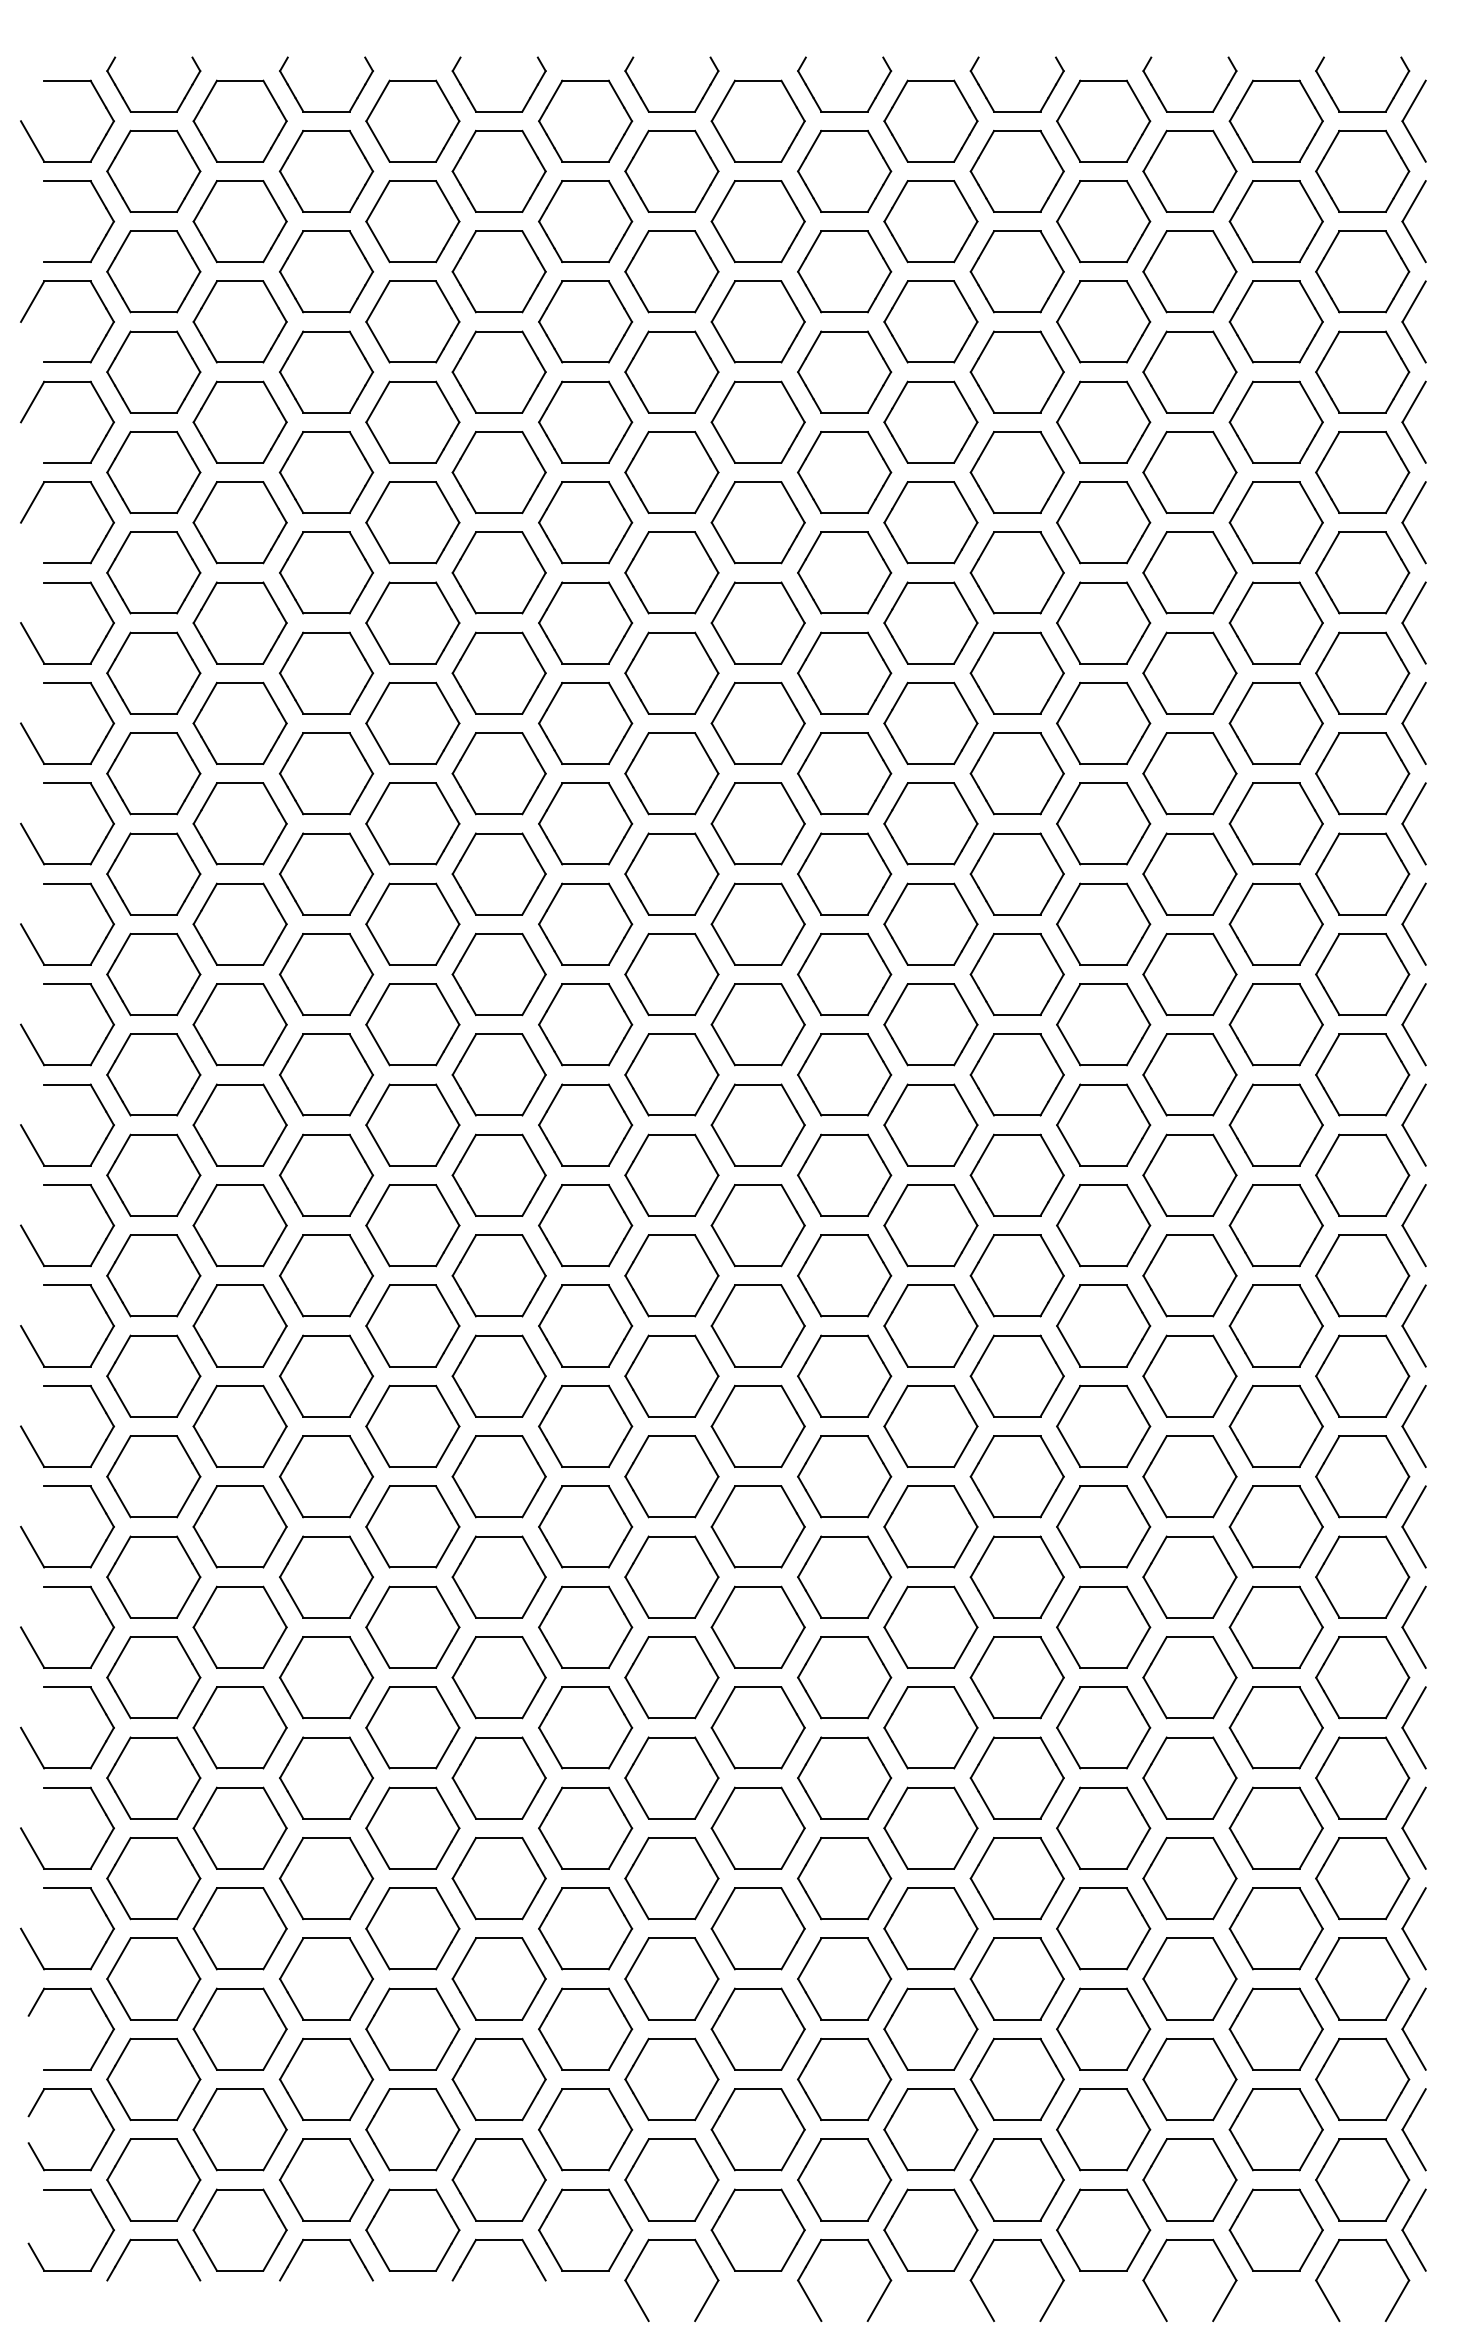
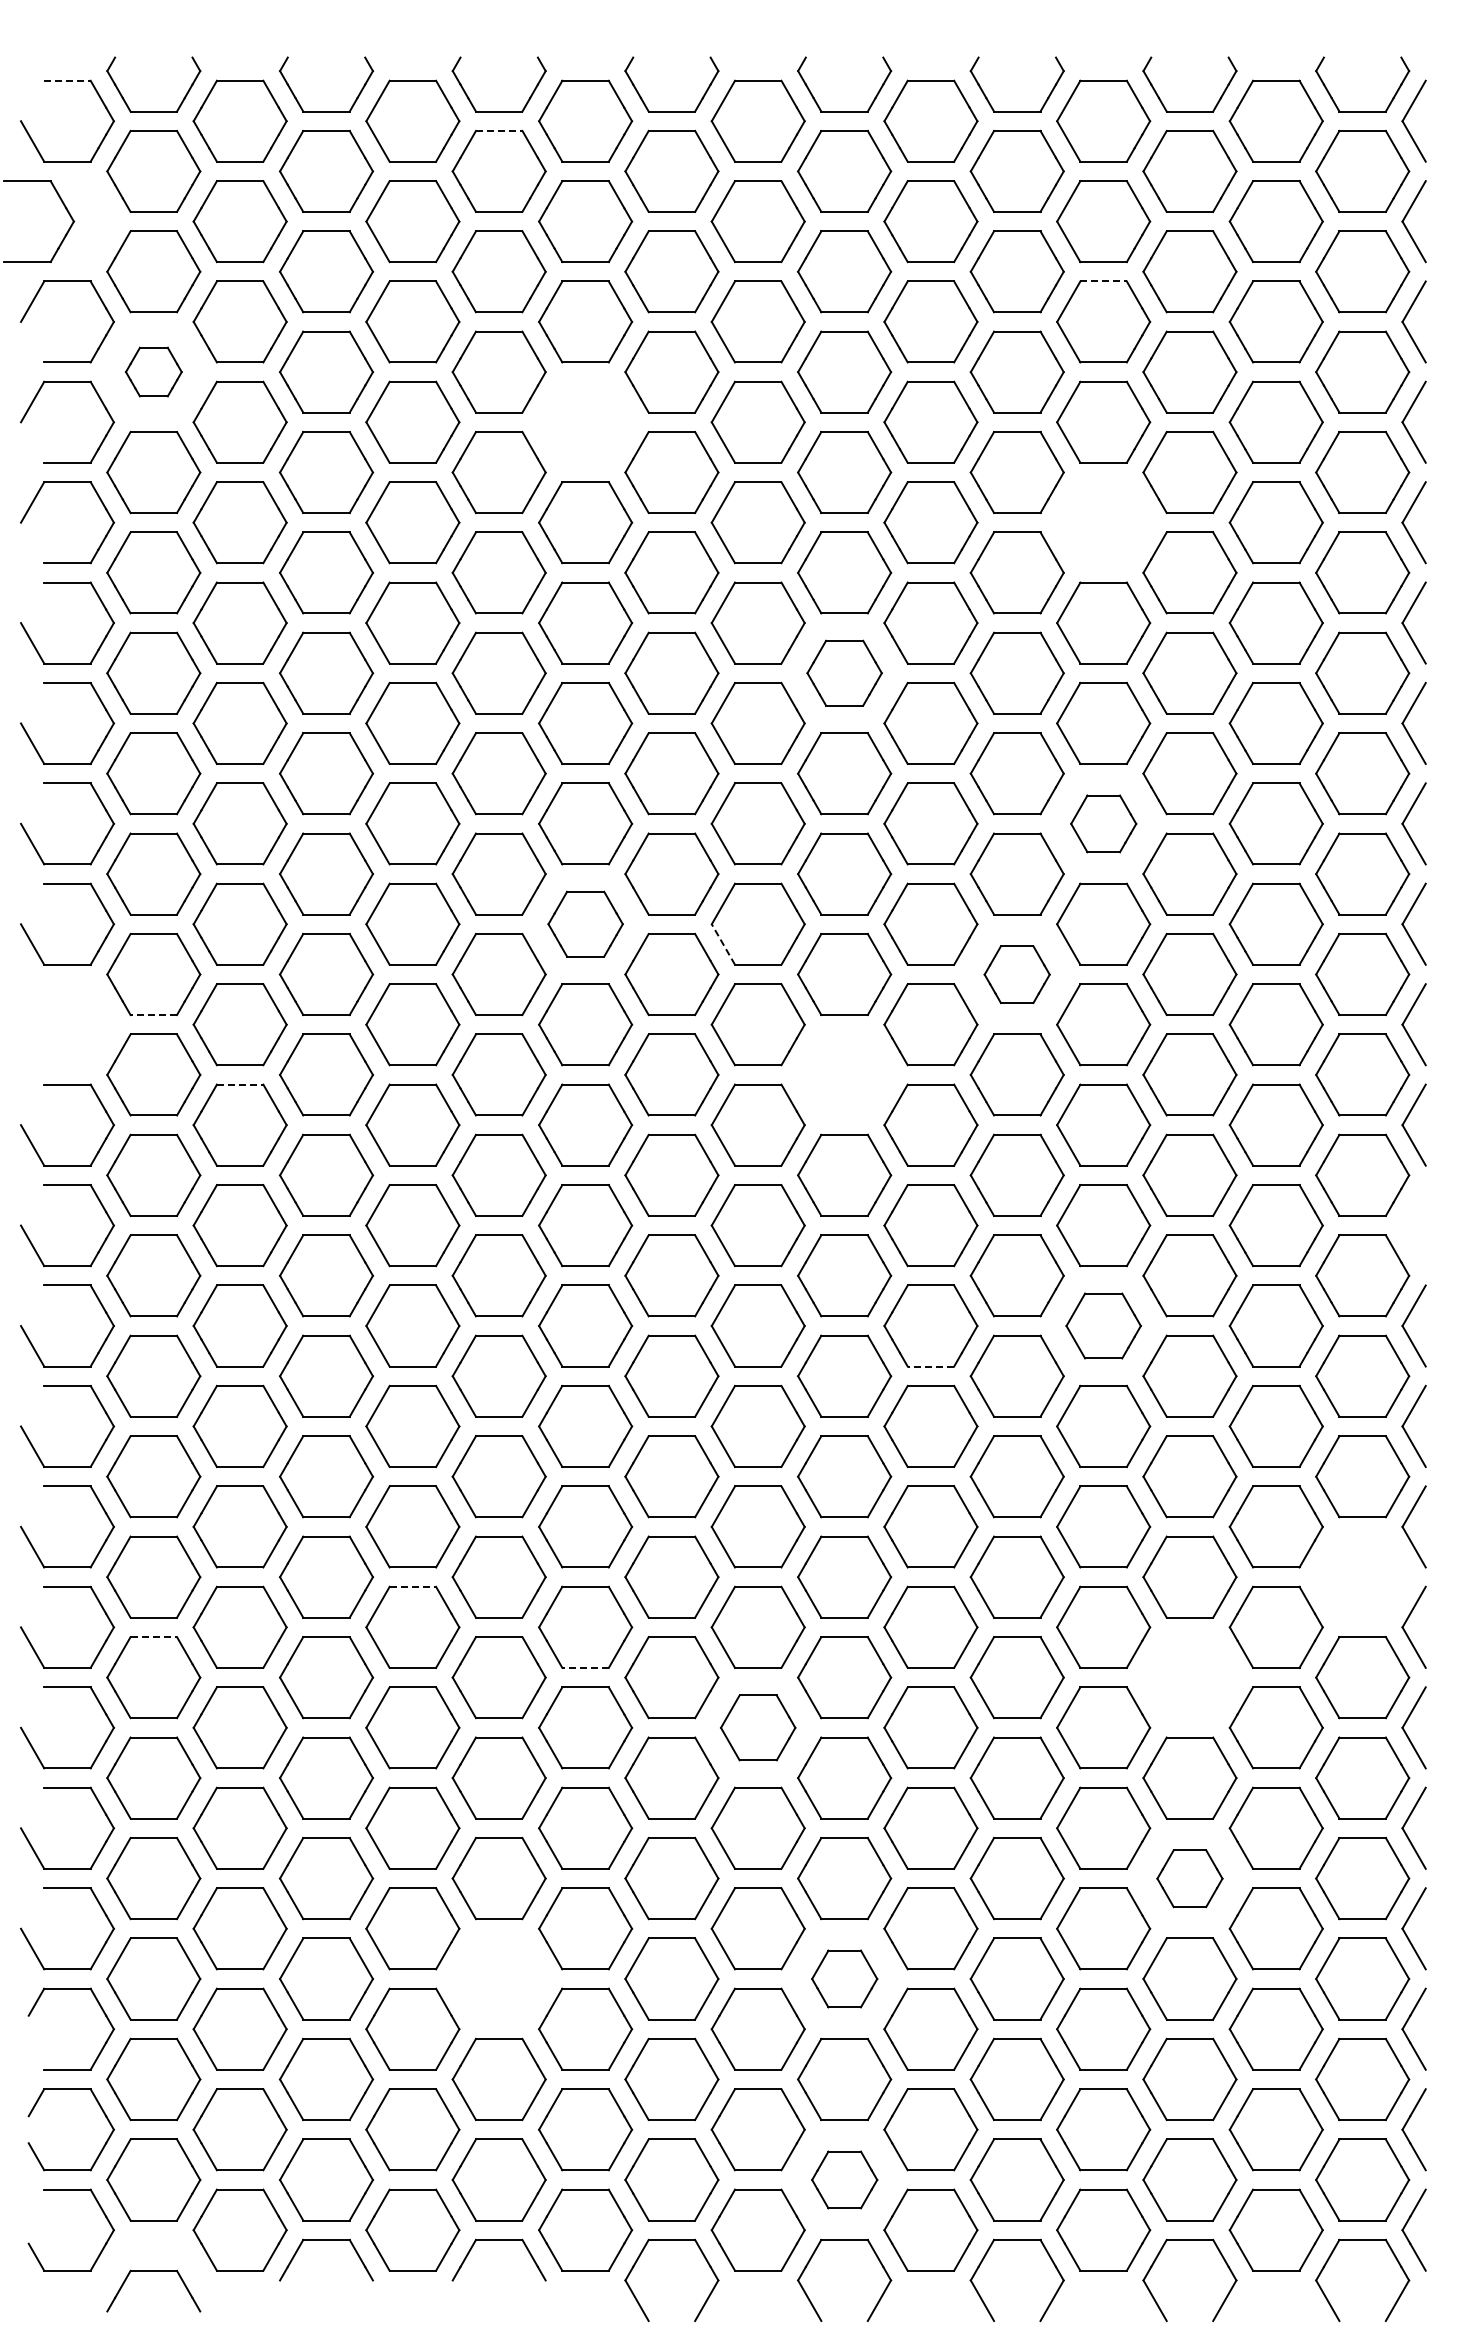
line at (67, 80): solid -> dashed
line at (499, 130): solid -> dashed
part at (104, 207) position: (104, 207) -> (64, 207)
line at (1104, 281): solid -> dashed
part at (153, 371) size: 96x84 px -> 58x52 px
part at (585, 421): present -> none
part at (1103, 522): present -> none
part at (844, 672) size: 96x84 px -> 77x68 px
part at (1103, 823) size: 96x84 px -> 68x60 px
part at (585, 923) size: 96x84 px -> 77x68 px
line at (723, 944): solid -> dashed
part at (1016, 974) size: 96x84 px -> 68x60 px
part at (101, 1005): present -> none
line at (153, 1015): solid -> dashed
part at (844, 1074): present -> none
line at (240, 1084): solid -> dashed
part at (1407, 1219): present -> none
part at (1103, 1325) size: 96x84 px -> 77x68 px
line at (930, 1366): solid -> dashed
part at (1362, 1576): present -> none
line at (413, 1586): solid -> dashed
line at (154, 1637): solid -> dashed
line at (585, 1667): solid -> dashed
part at (1189, 1677): present -> none
part at (757, 1727) size: 96x84 px -> 77x68 px
part at (1189, 1878) size: 96x84 px -> 68x60 px
part at (498, 1978): present -> none
part at (844, 1978) size: 96x84 px -> 68x60 px
part at (844, 2179) size: 96x84 px -> 68x60 px
part at (153, 2240) position: (153, 2240) -> (153, 2271)
